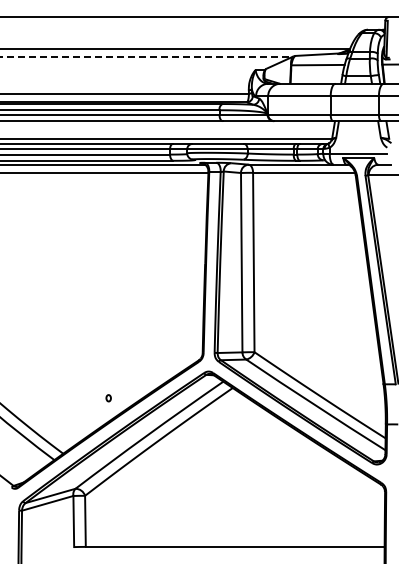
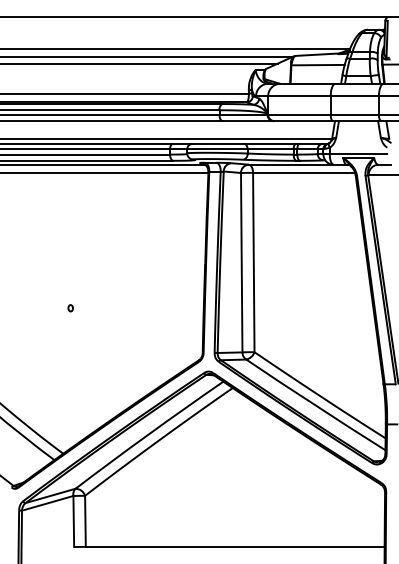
line at (146, 56): dashed -> solid
line at (139, 63): none -> present
part at (108, 398) position: (108, 398) -> (70, 308)
